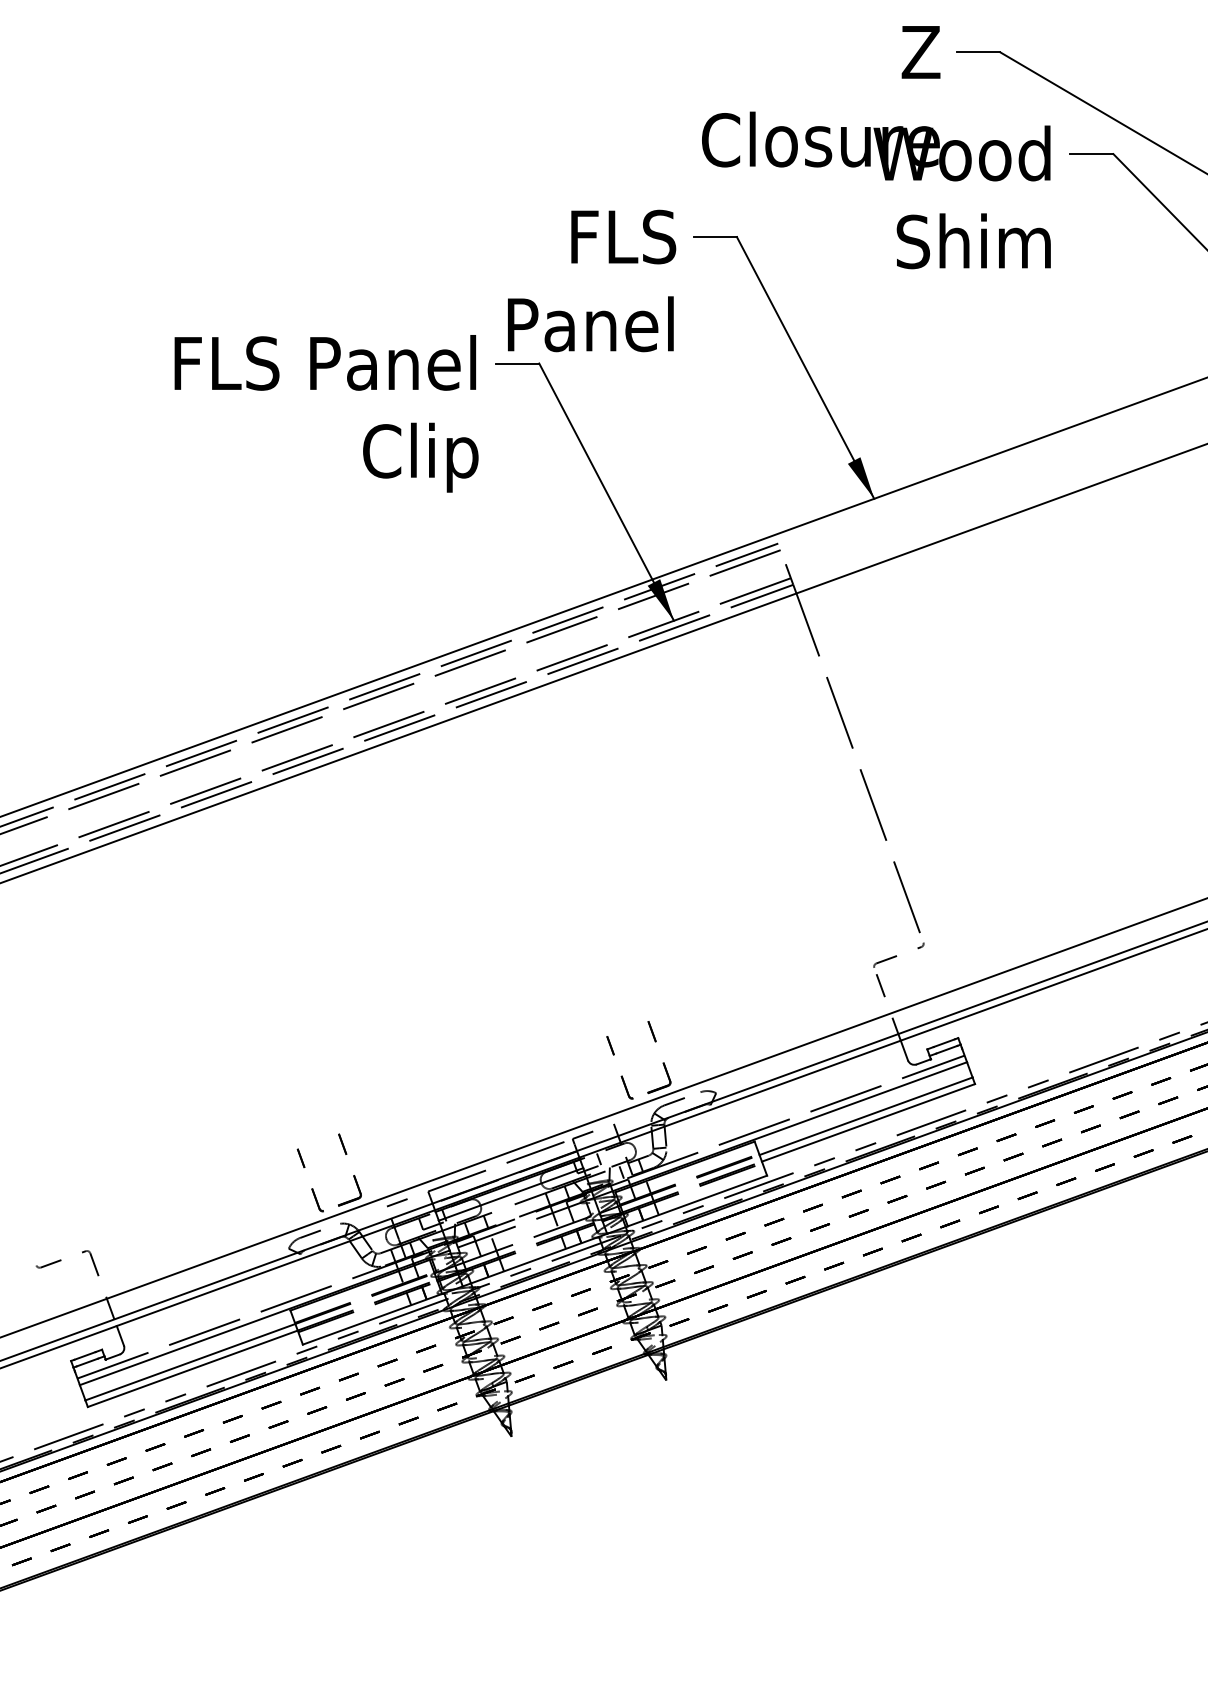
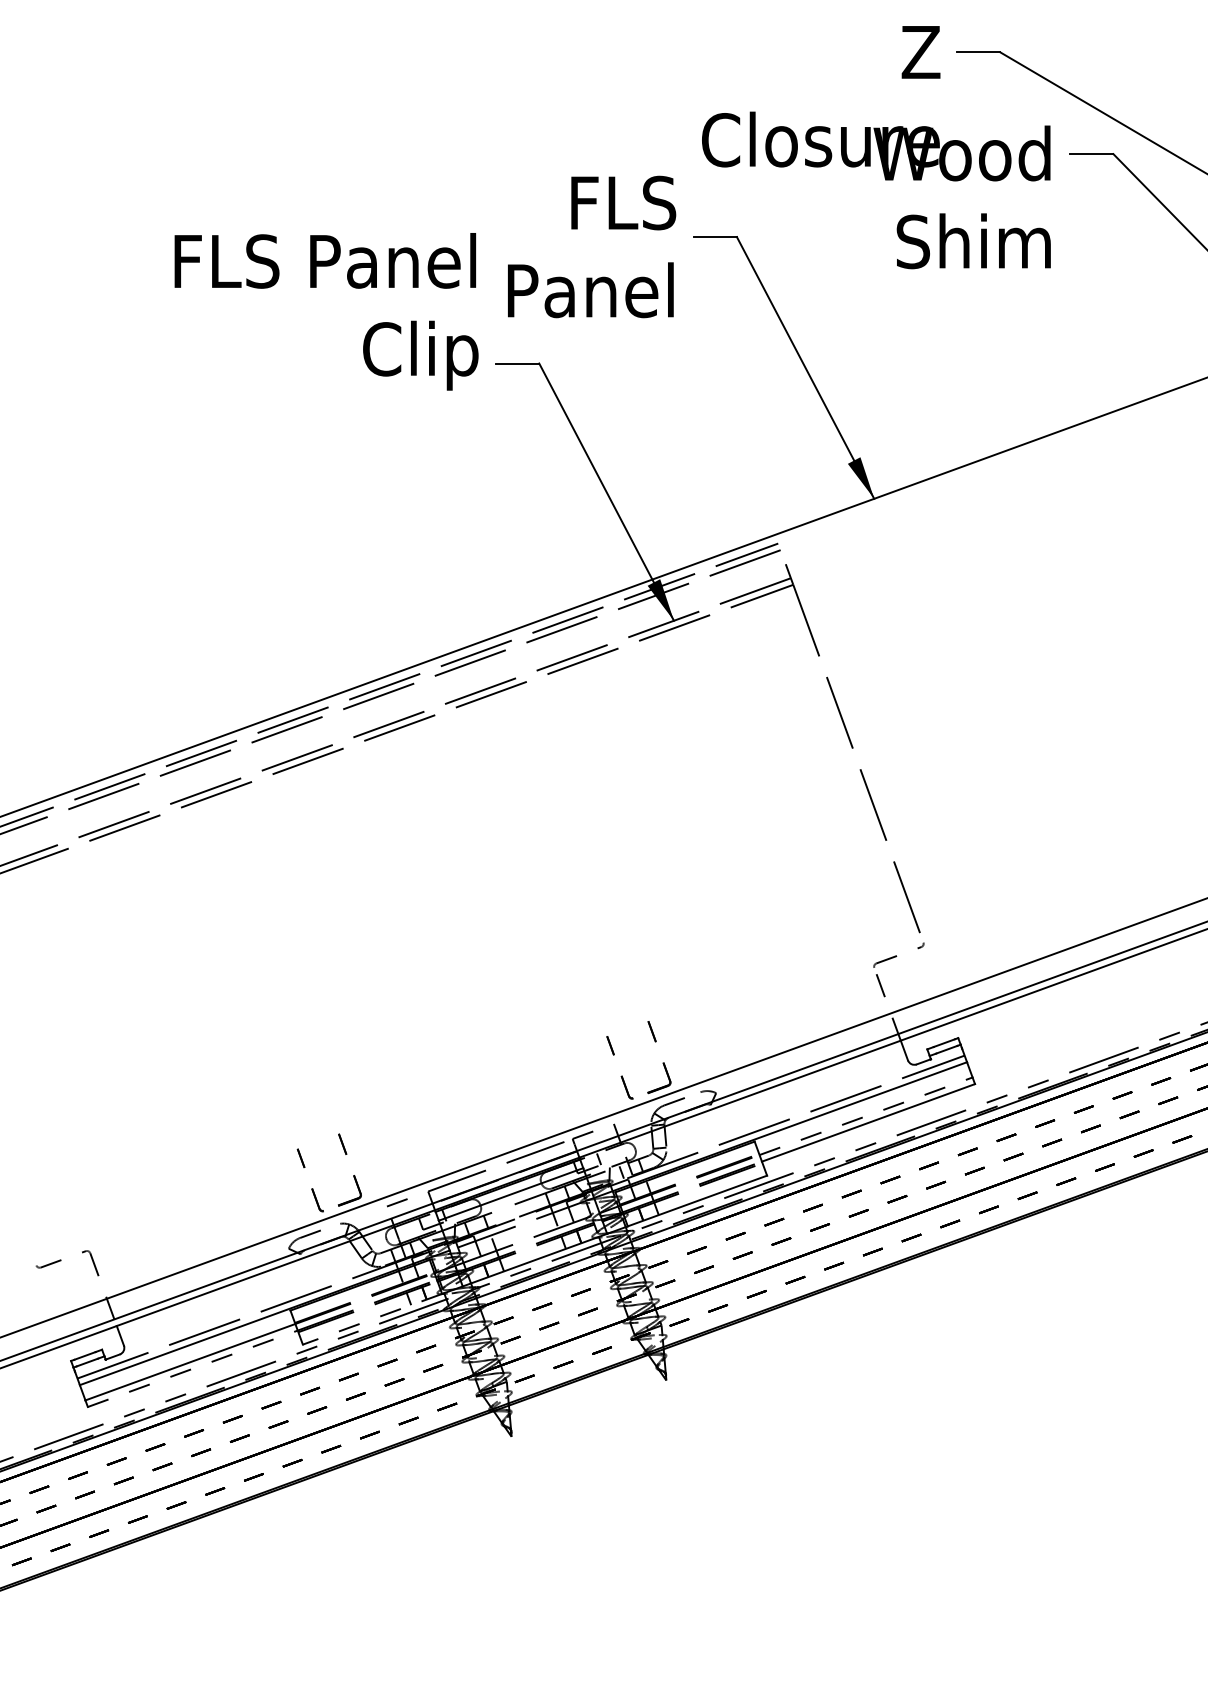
text at (592, 280) position: (592, 280) -> (592, 246)
text at (326, 413) position: (326, 413) -> (326, 311)
line at (603, 663): present -> none
line at (866, 1116): solid -> dashed
line at (372, 1319): solid -> dashed
line at (192, 1368): solid -> dashed
